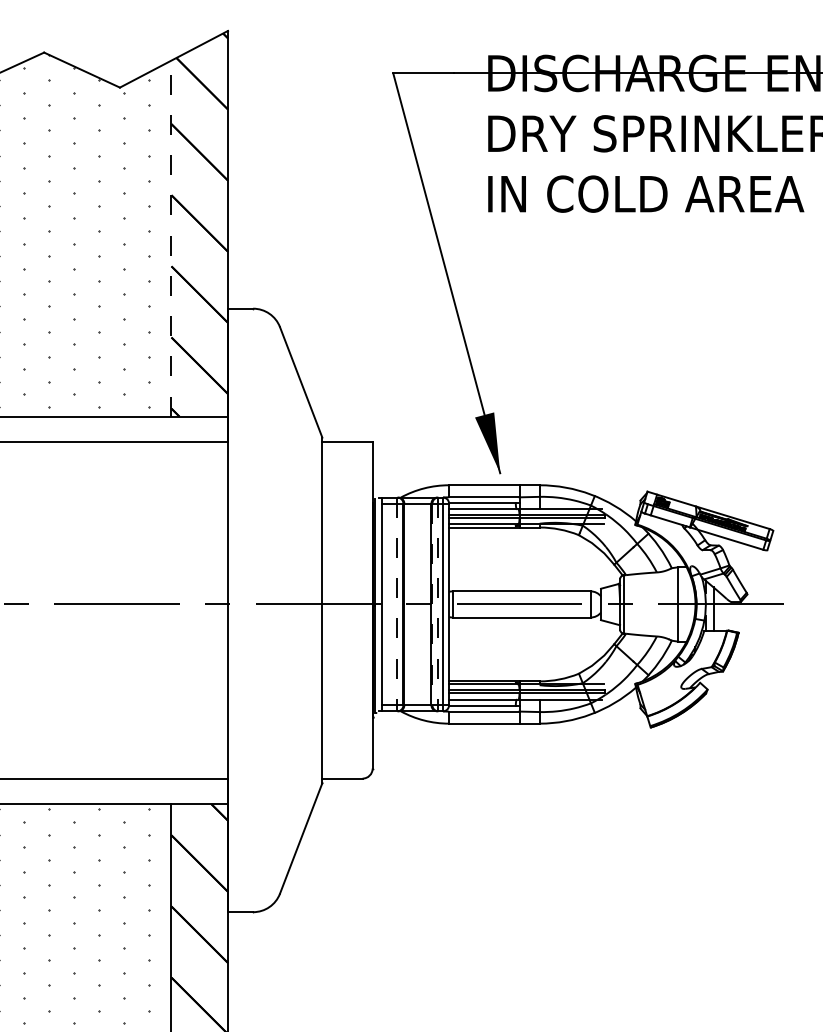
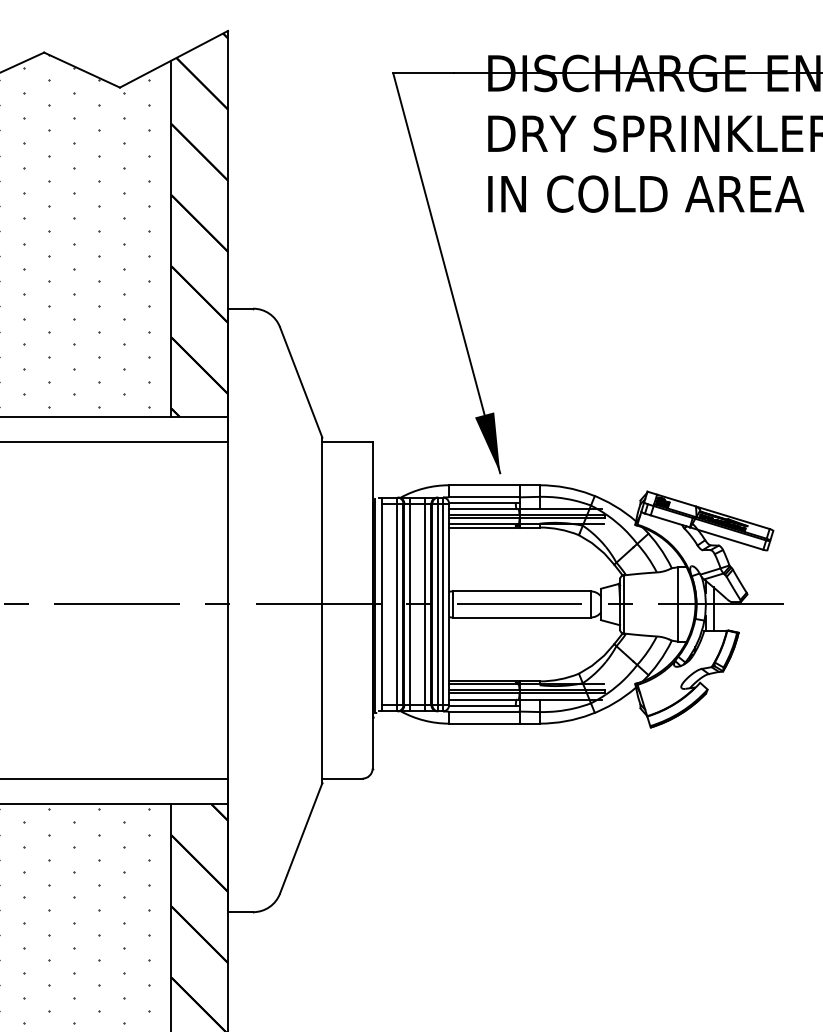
line at (171, 238): dashed -> solid
line at (397, 604): dashed -> solid
line at (410, 604): none -> present
line at (425, 604): none -> present
line at (432, 604): dashed -> solid
line at (438, 604): dashed -> solid
